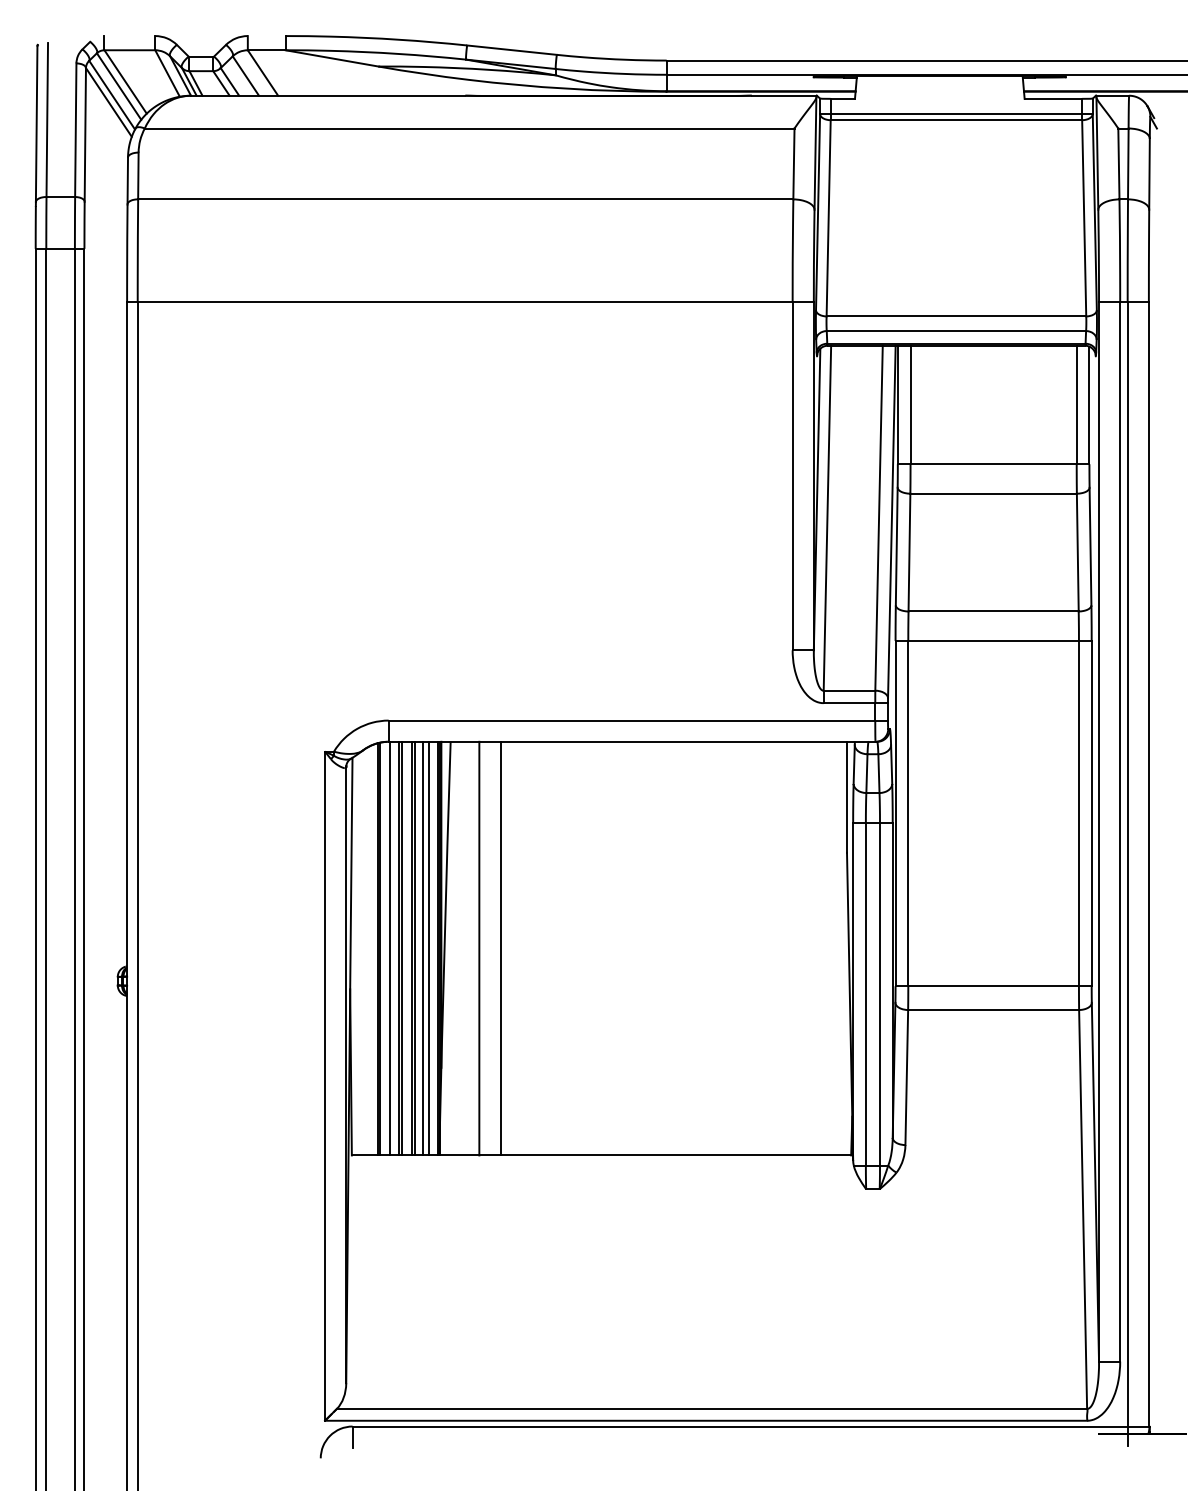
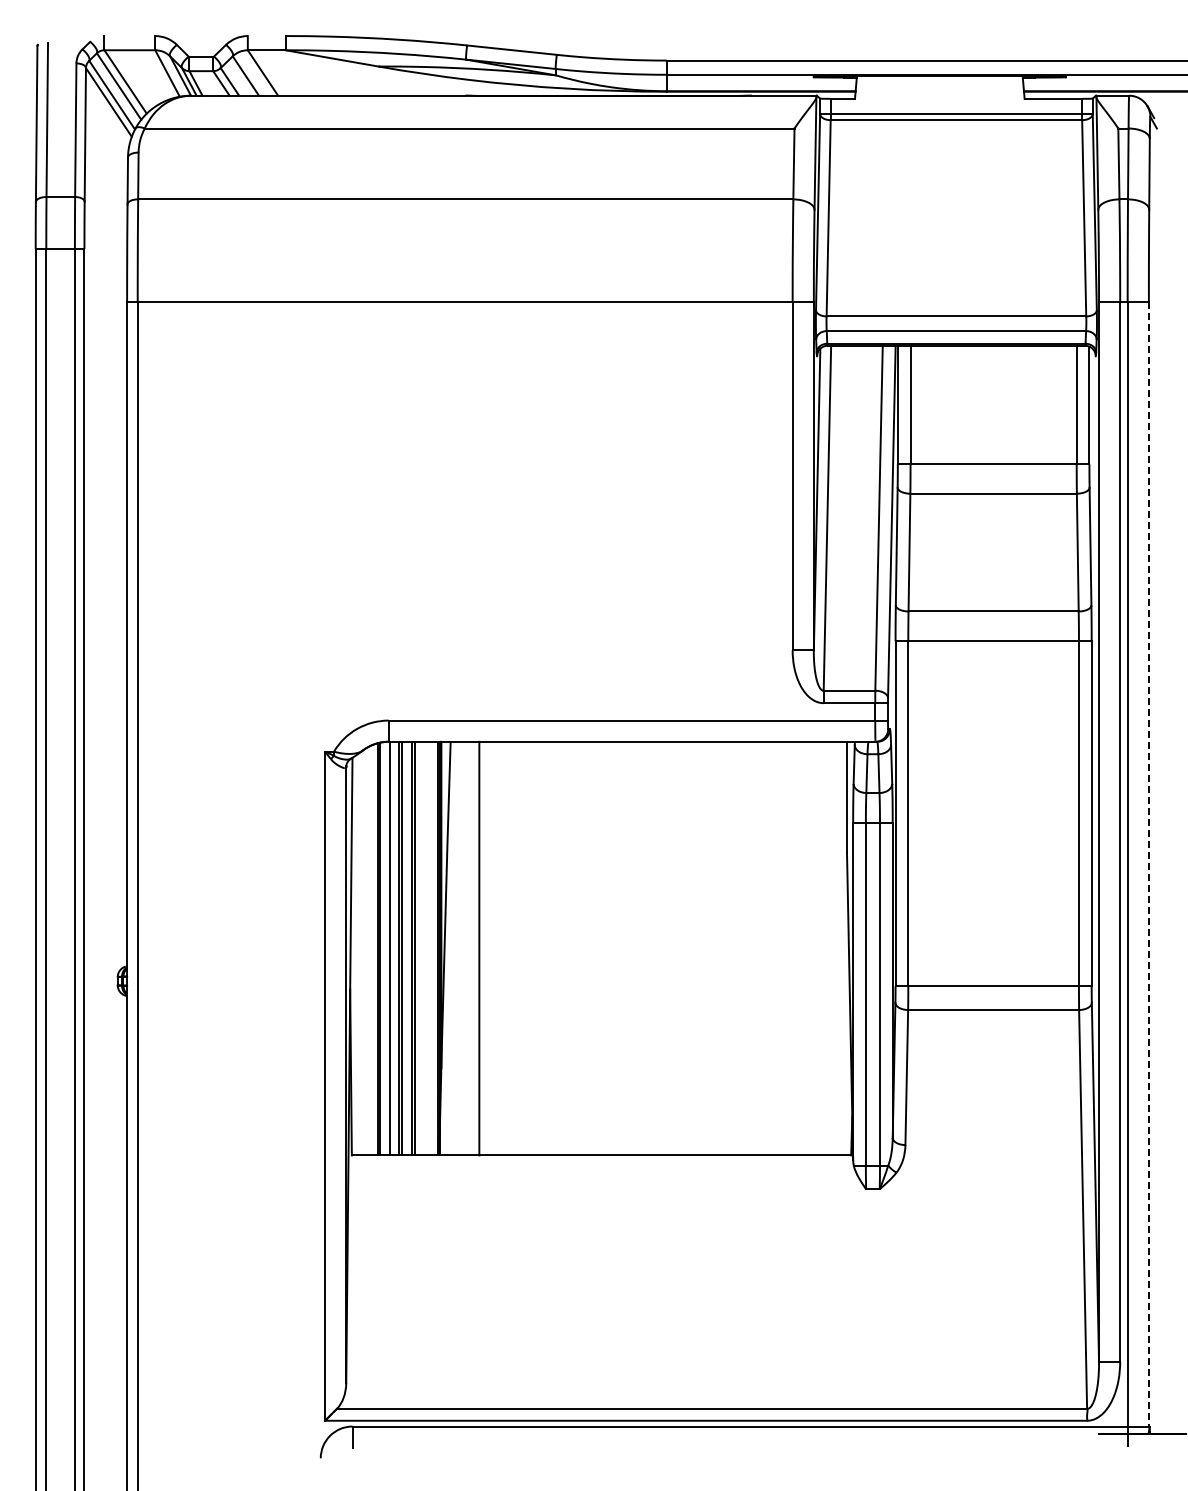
line at (1148, 864): solid -> dashed
line at (422, 948): present -> none
line at (428, 948): present -> none
line at (500, 948): present -> none
